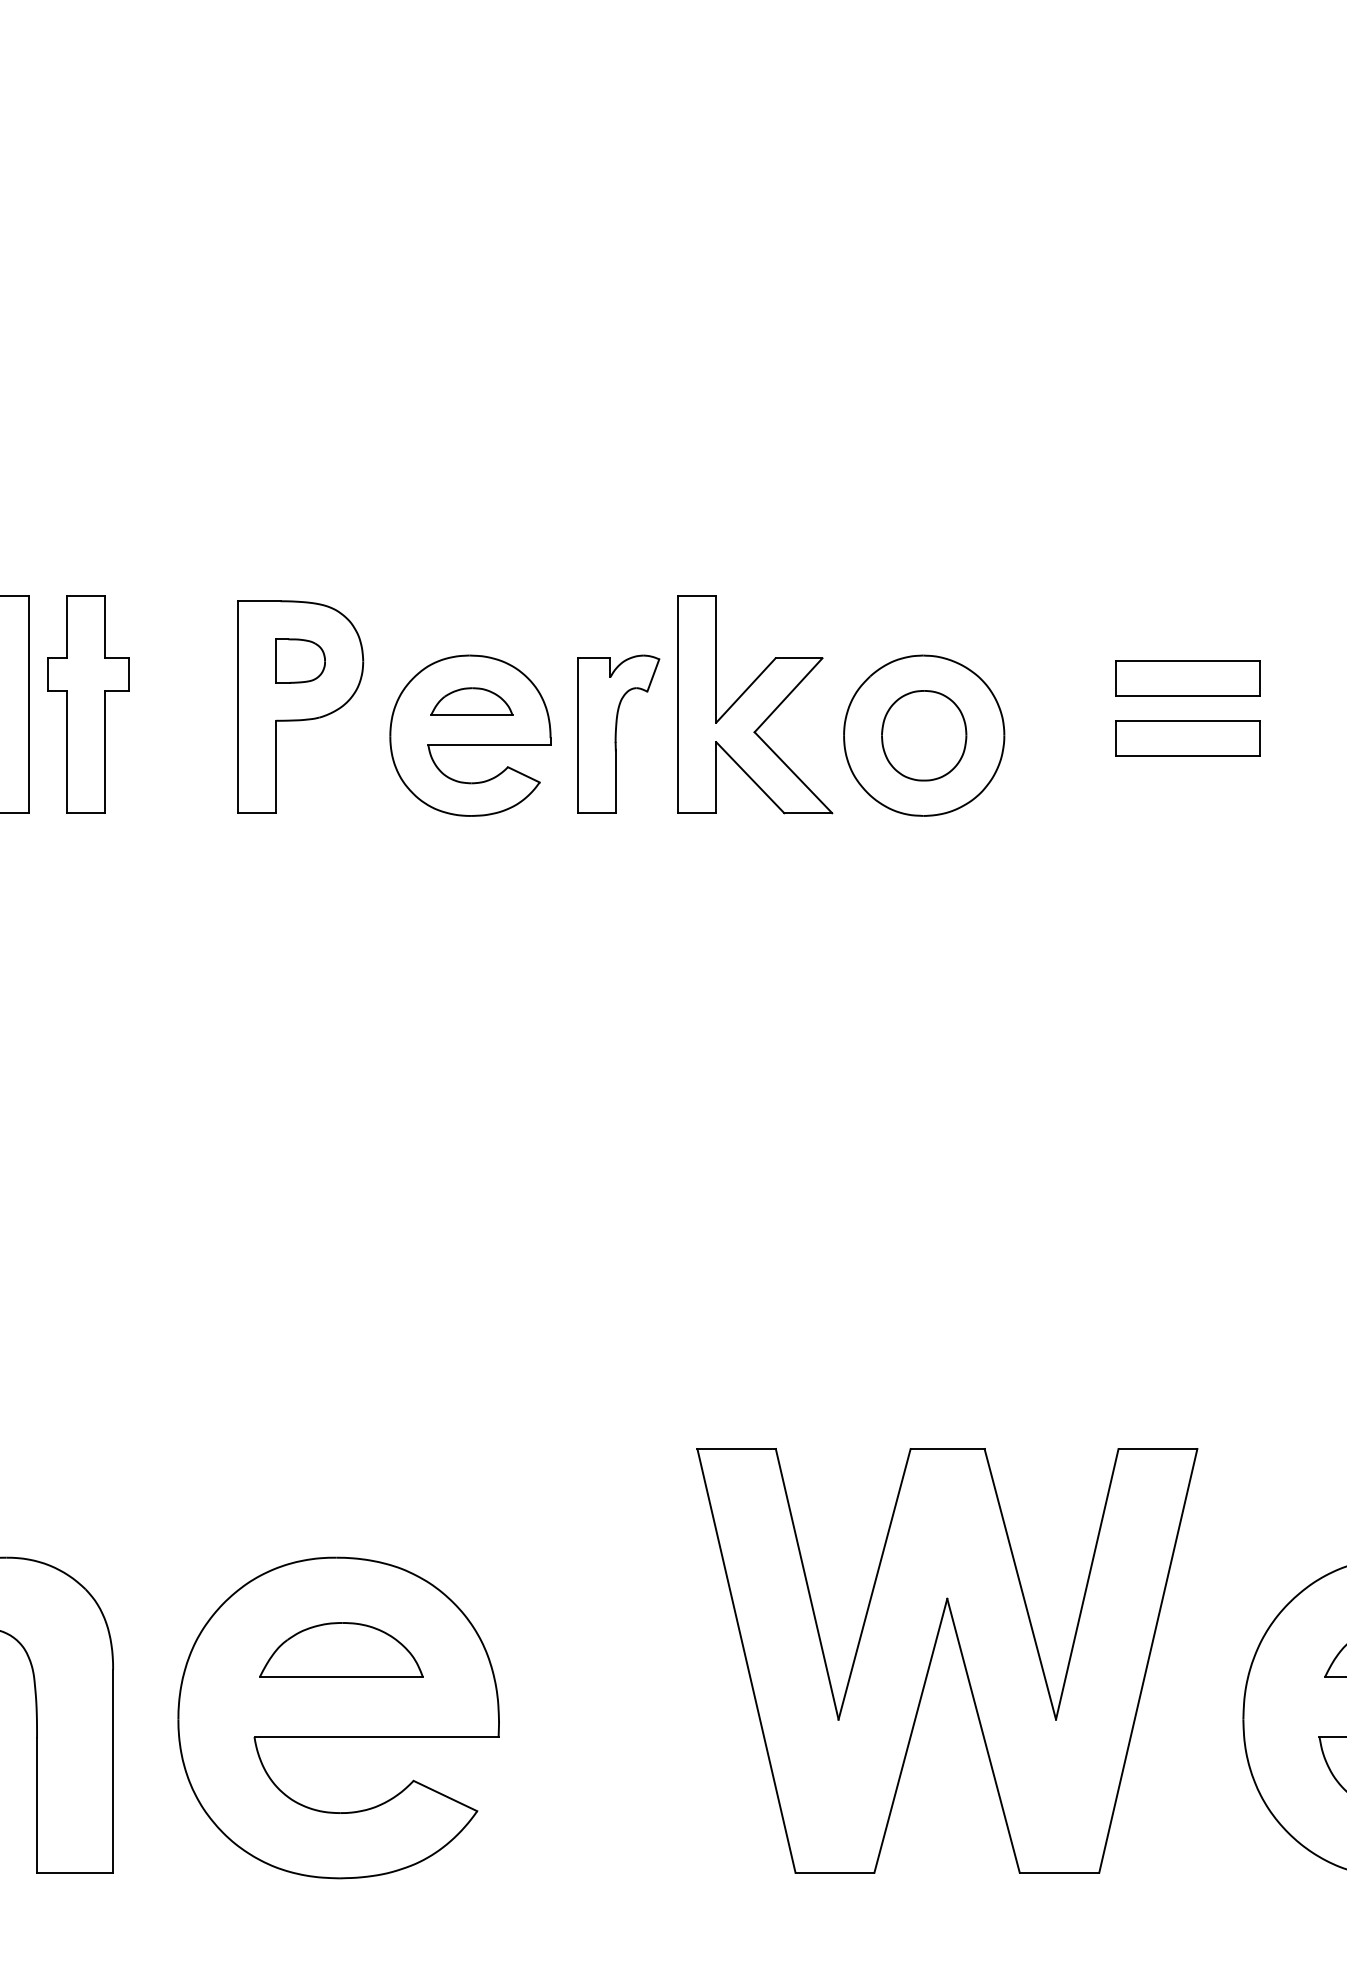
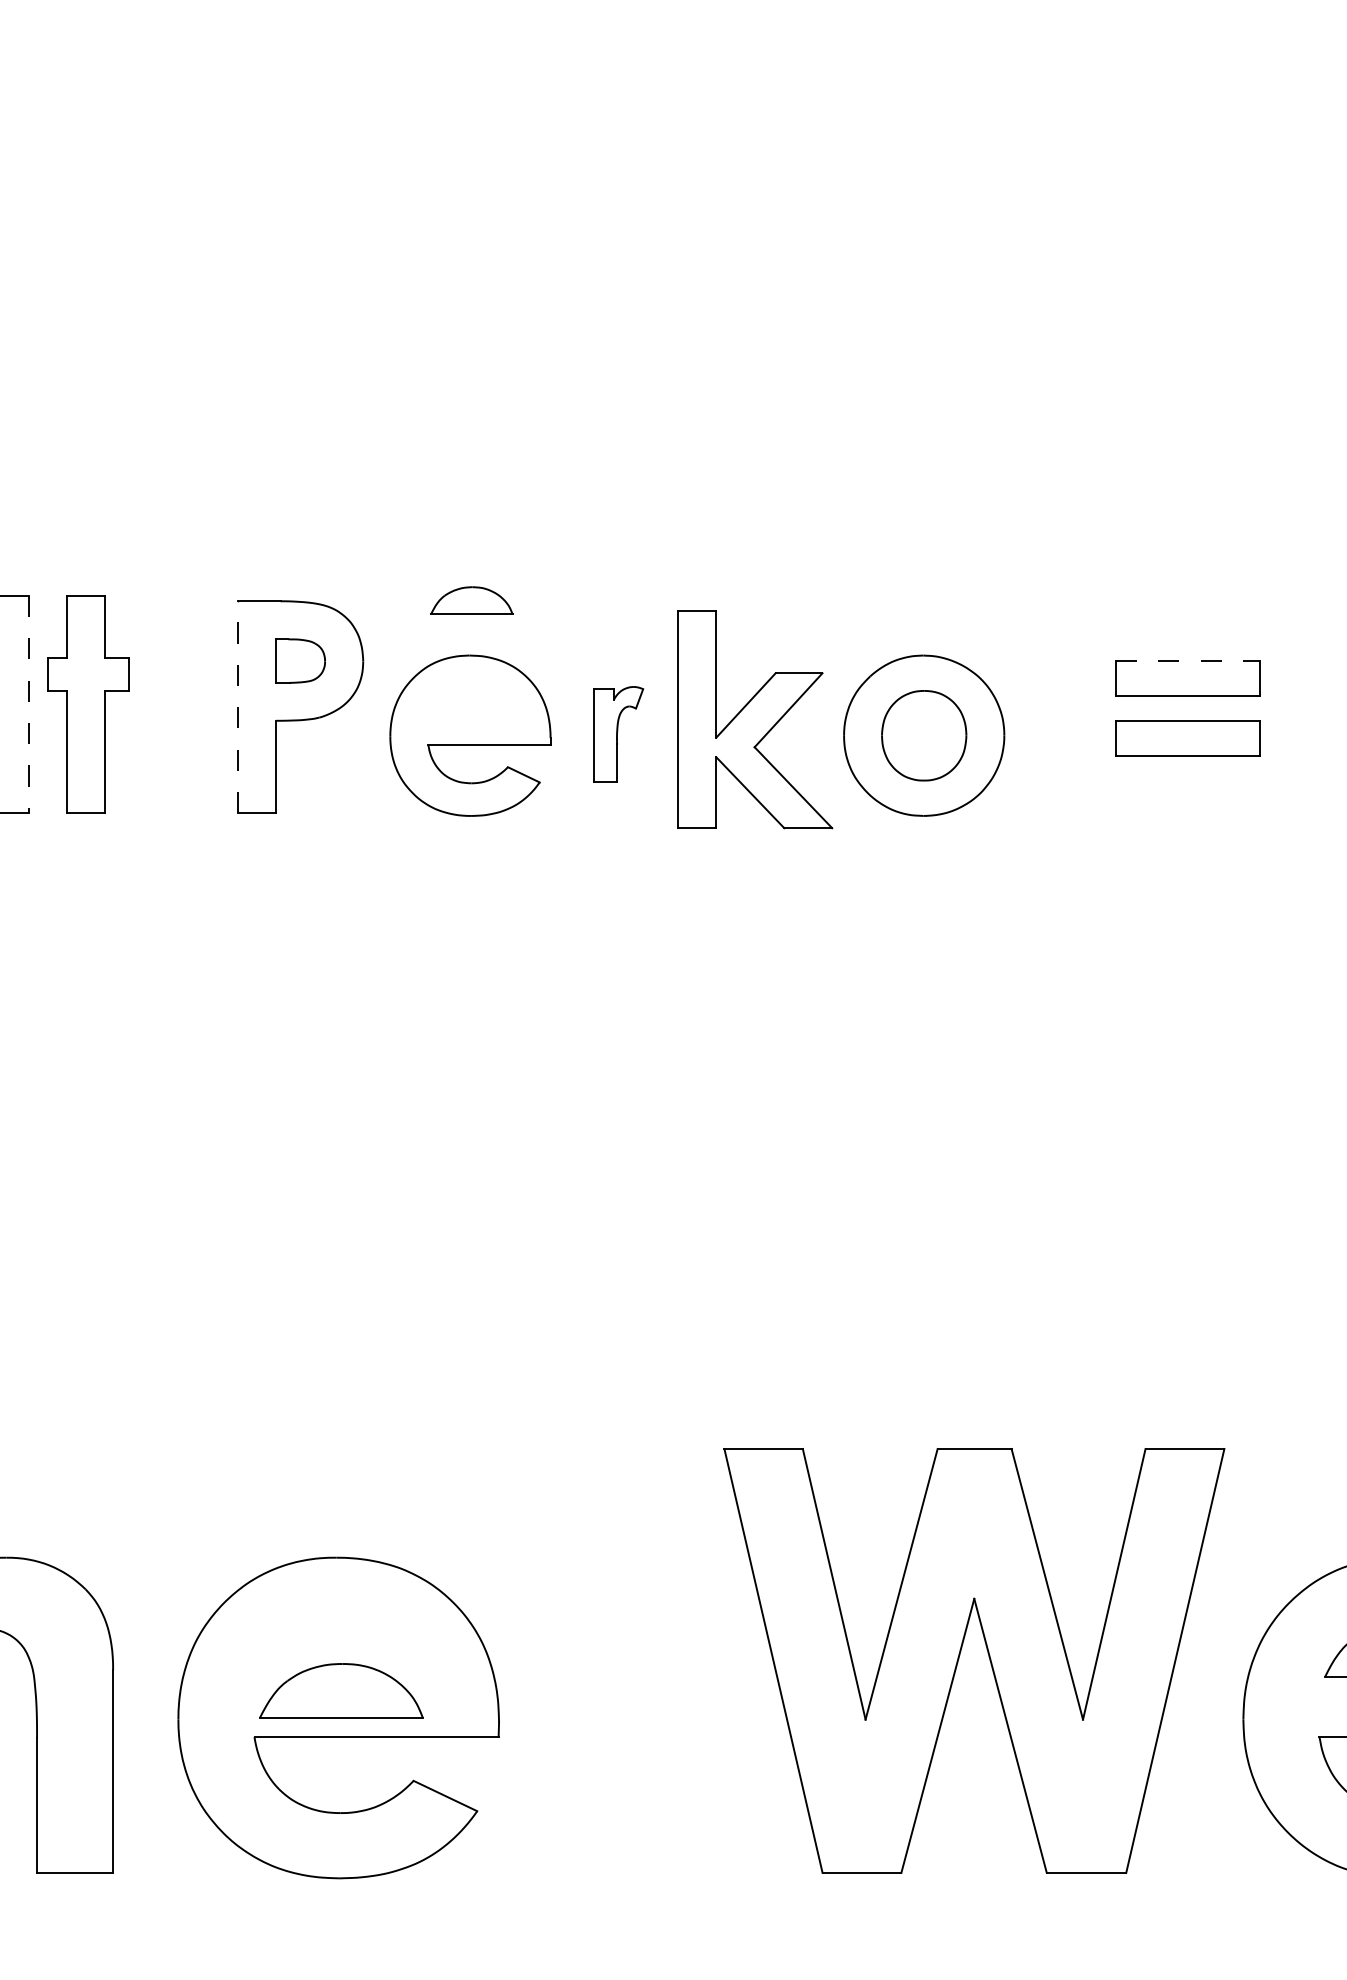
line at (1187, 661): solid -> dashed
part at (471, 701) position: (471, 701) -> (471, 600)
line at (29, 704): solid -> dashed
part at (755, 704) position: (755, 704) -> (755, 719)
line at (238, 707): solid -> dashed
part at (618, 733) size: 84x160 px -> 52x97 px
part at (341, 1649) position: (341, 1649) -> (341, 1690)
part at (961, 1657) position: (961, 1657) -> (988, 1657)
